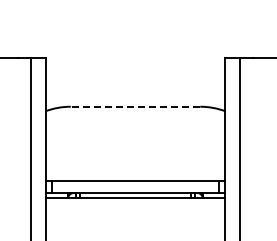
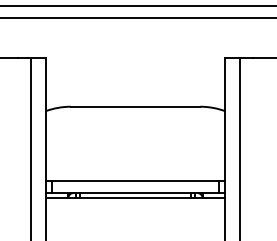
line at (137, 6): none -> present
line at (137, 18): none -> present
line at (135, 106): dashed -> solid
